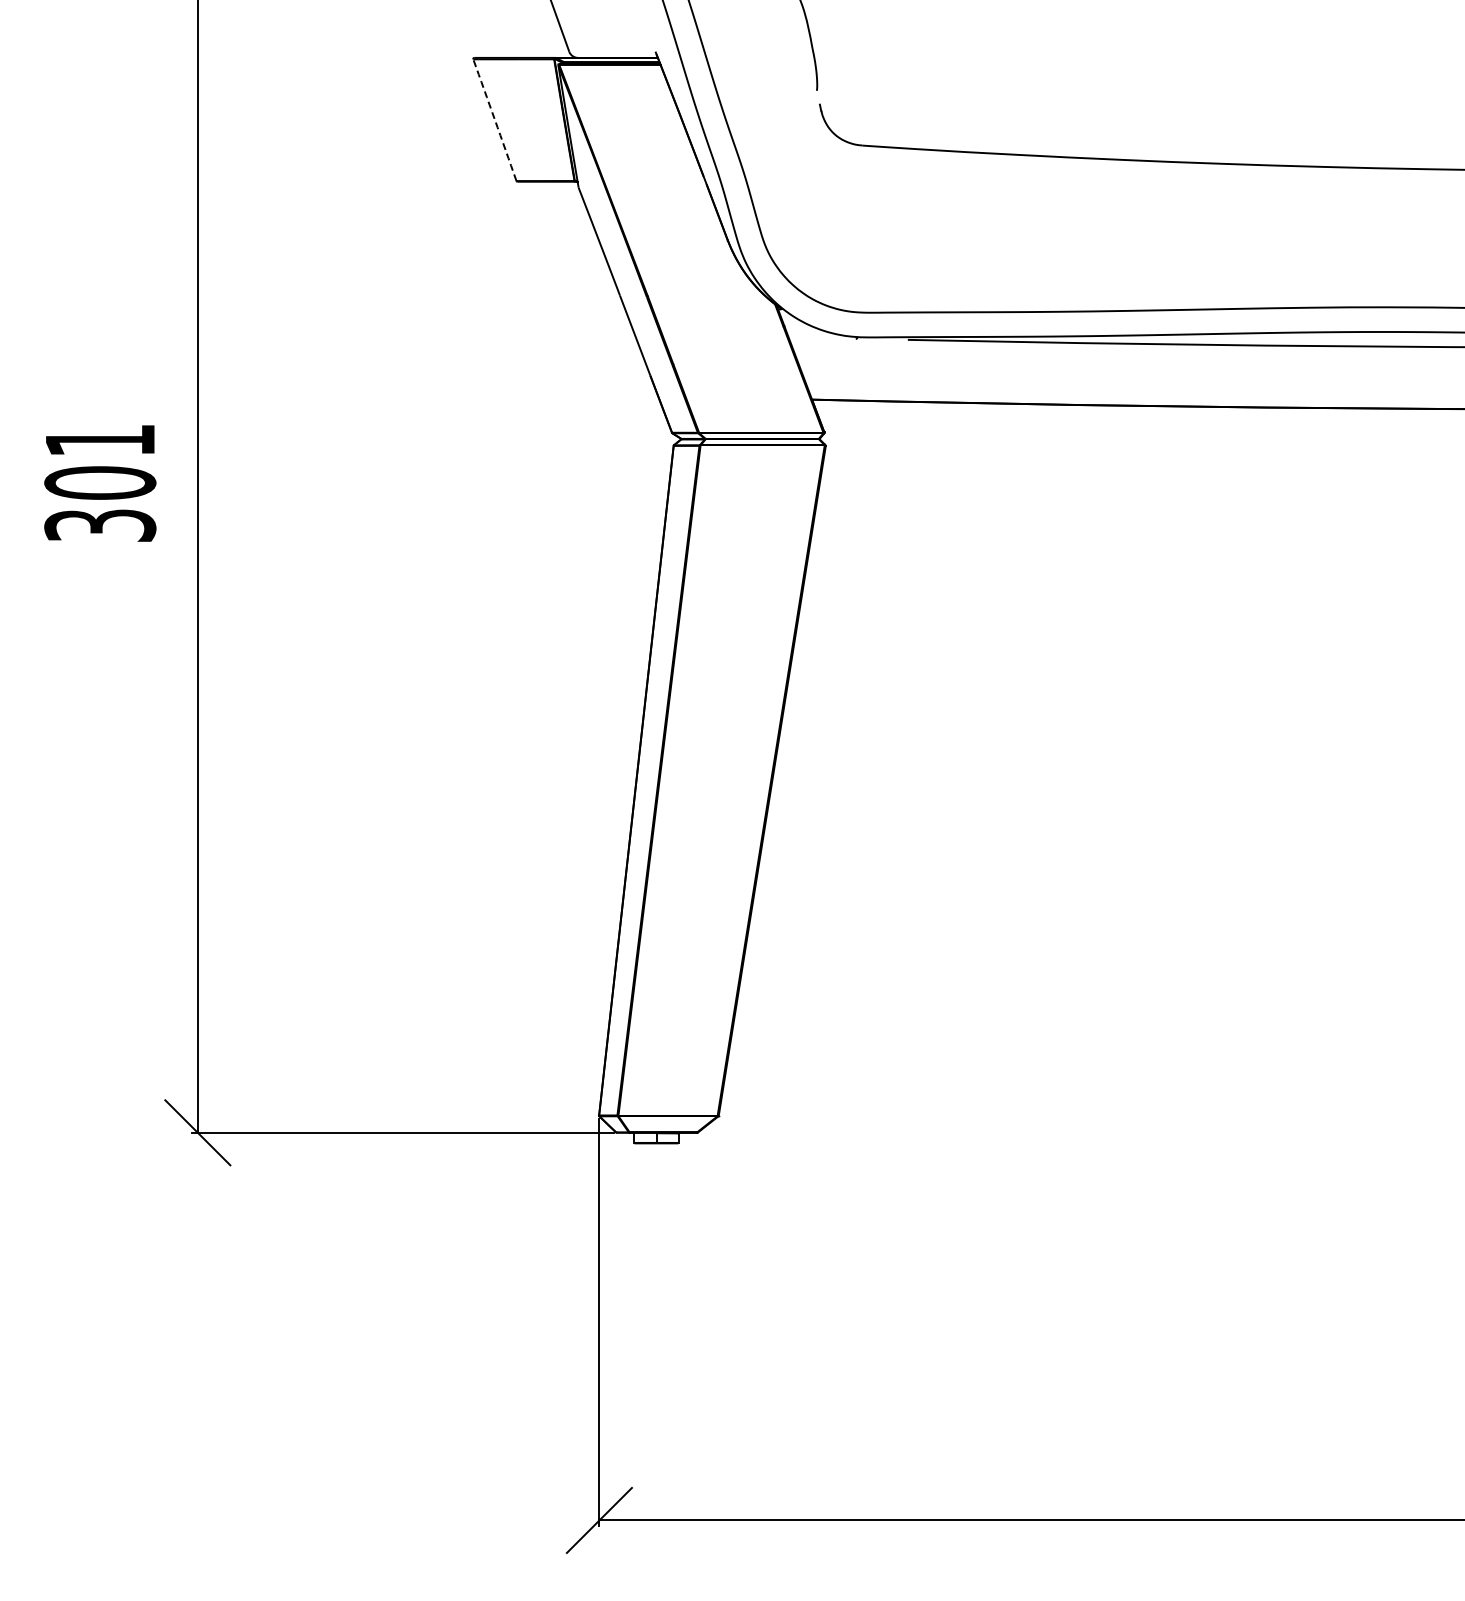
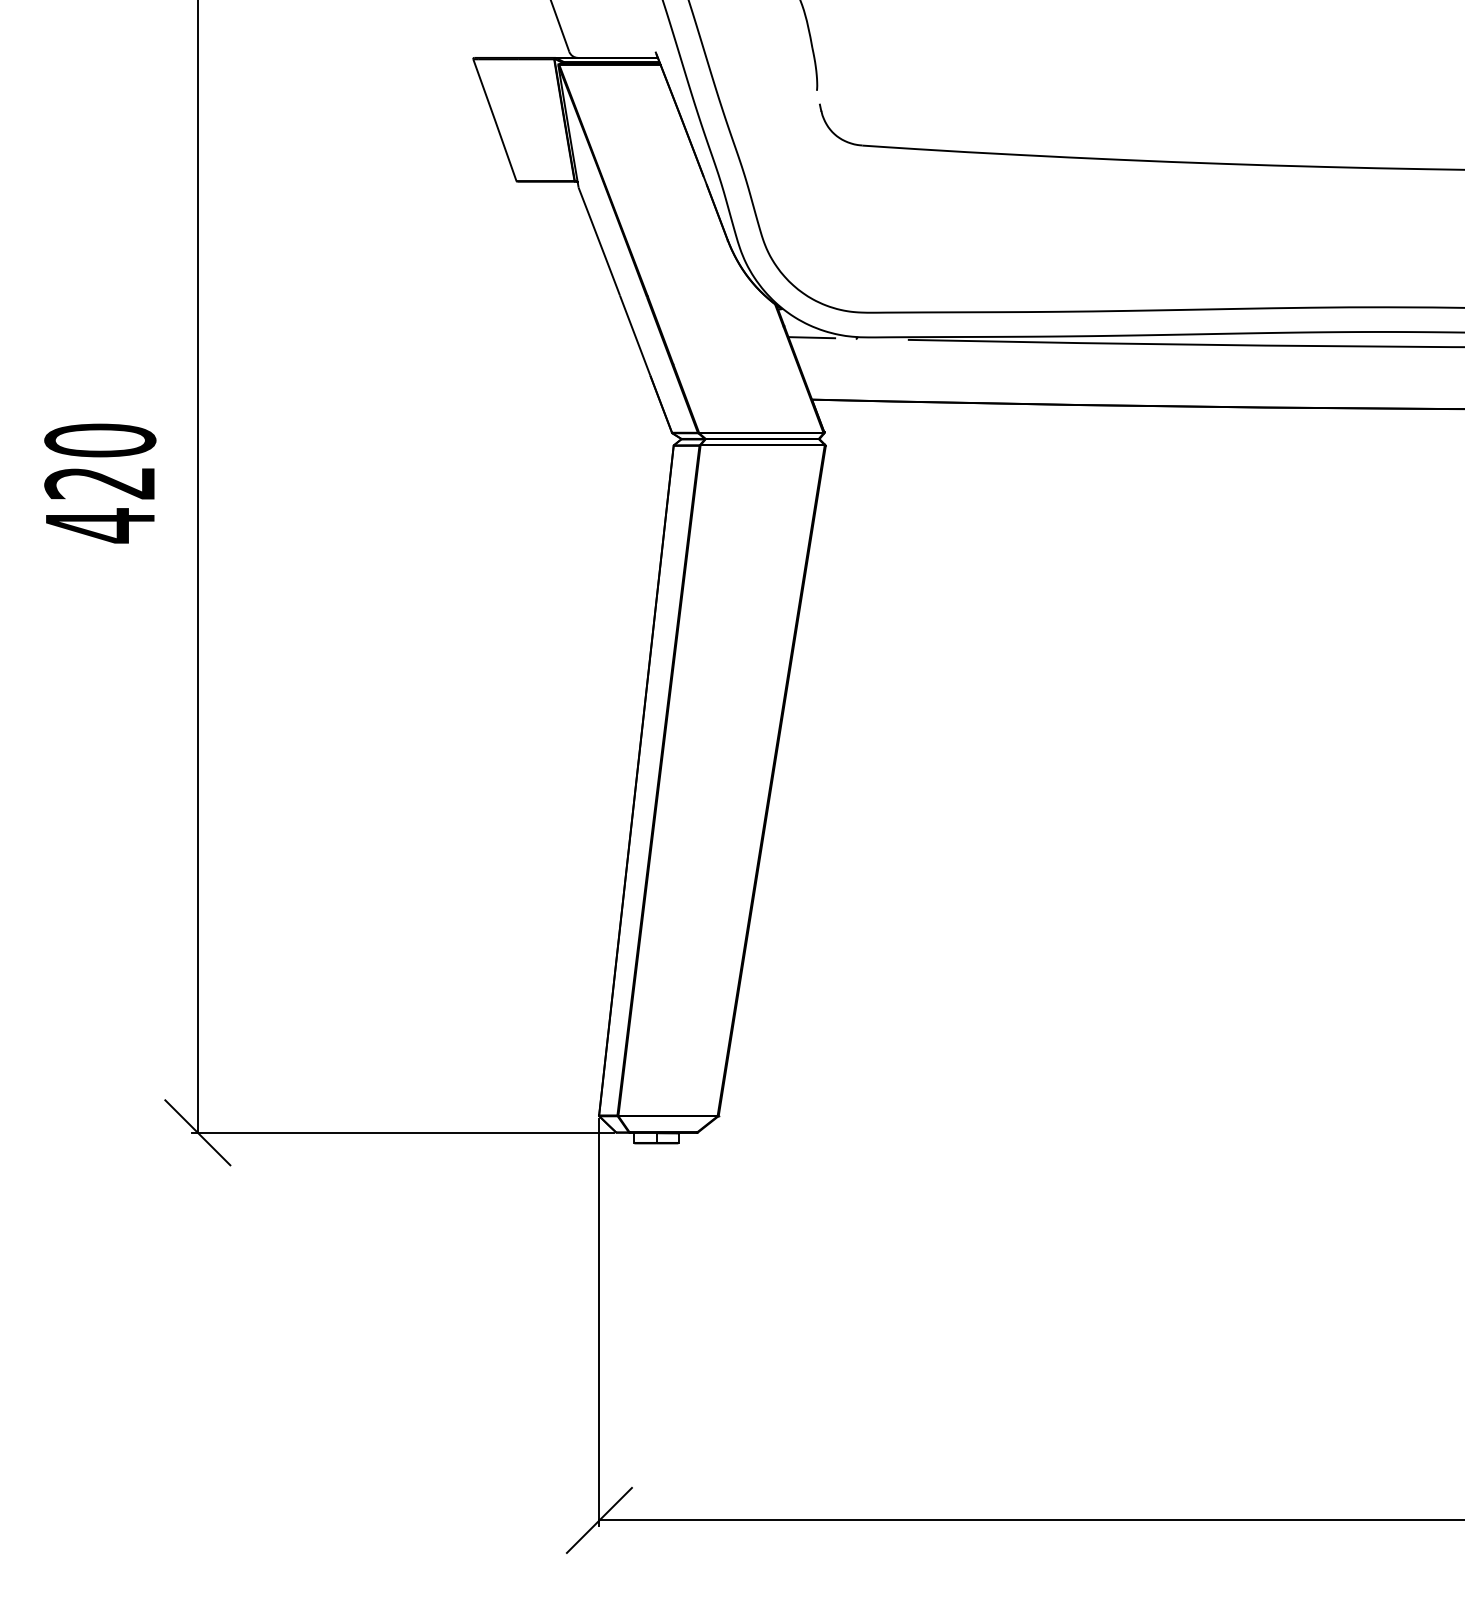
arc at (495, 120): dashed -> solid
line at (811, 337): none -> present
text at (100, 483): 301 -> 420
